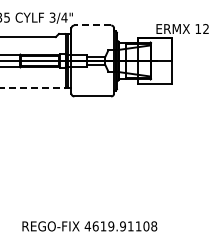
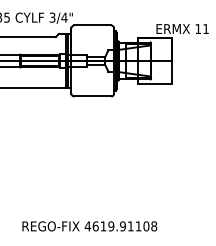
line at (92, 25): dashed -> solid
text at (205, 28): 12 -> 11
line at (32, 88): dashed -> solid
